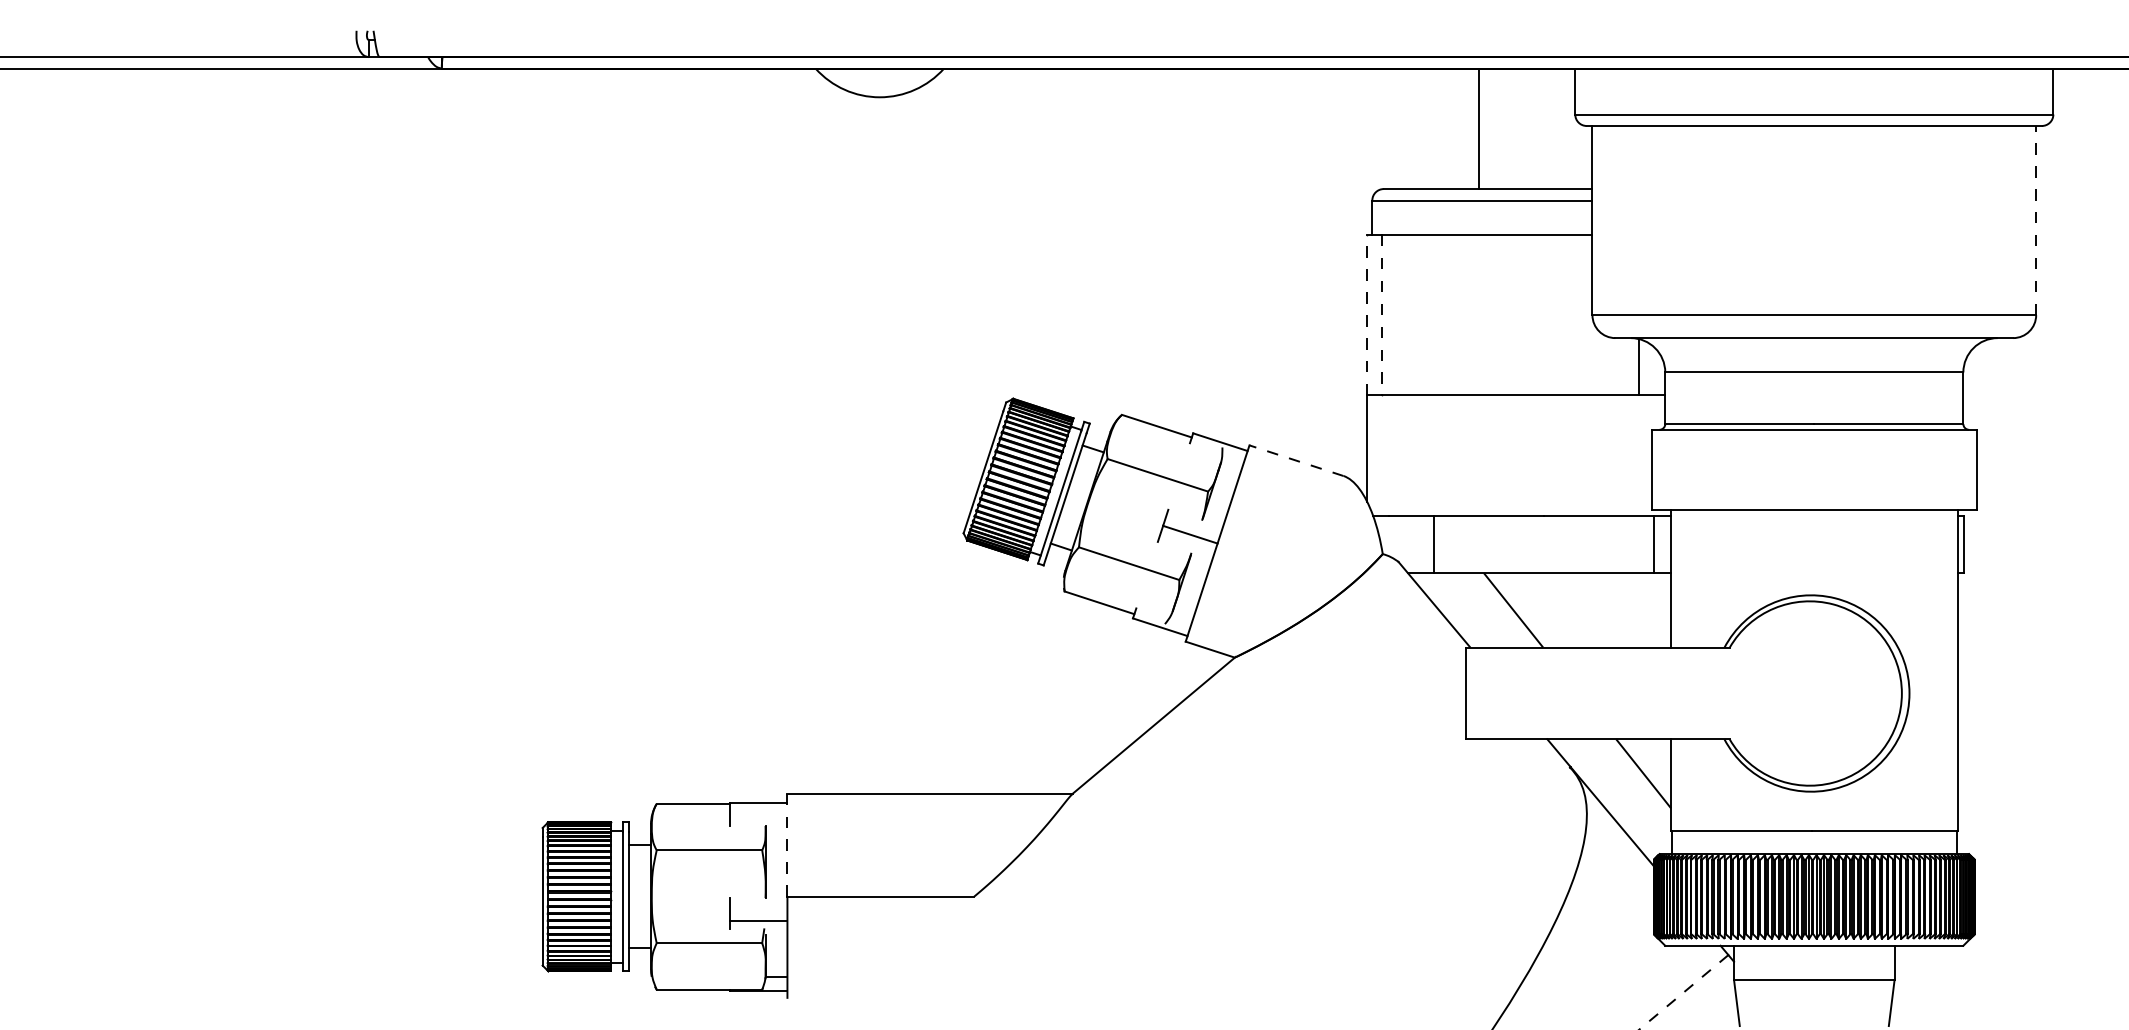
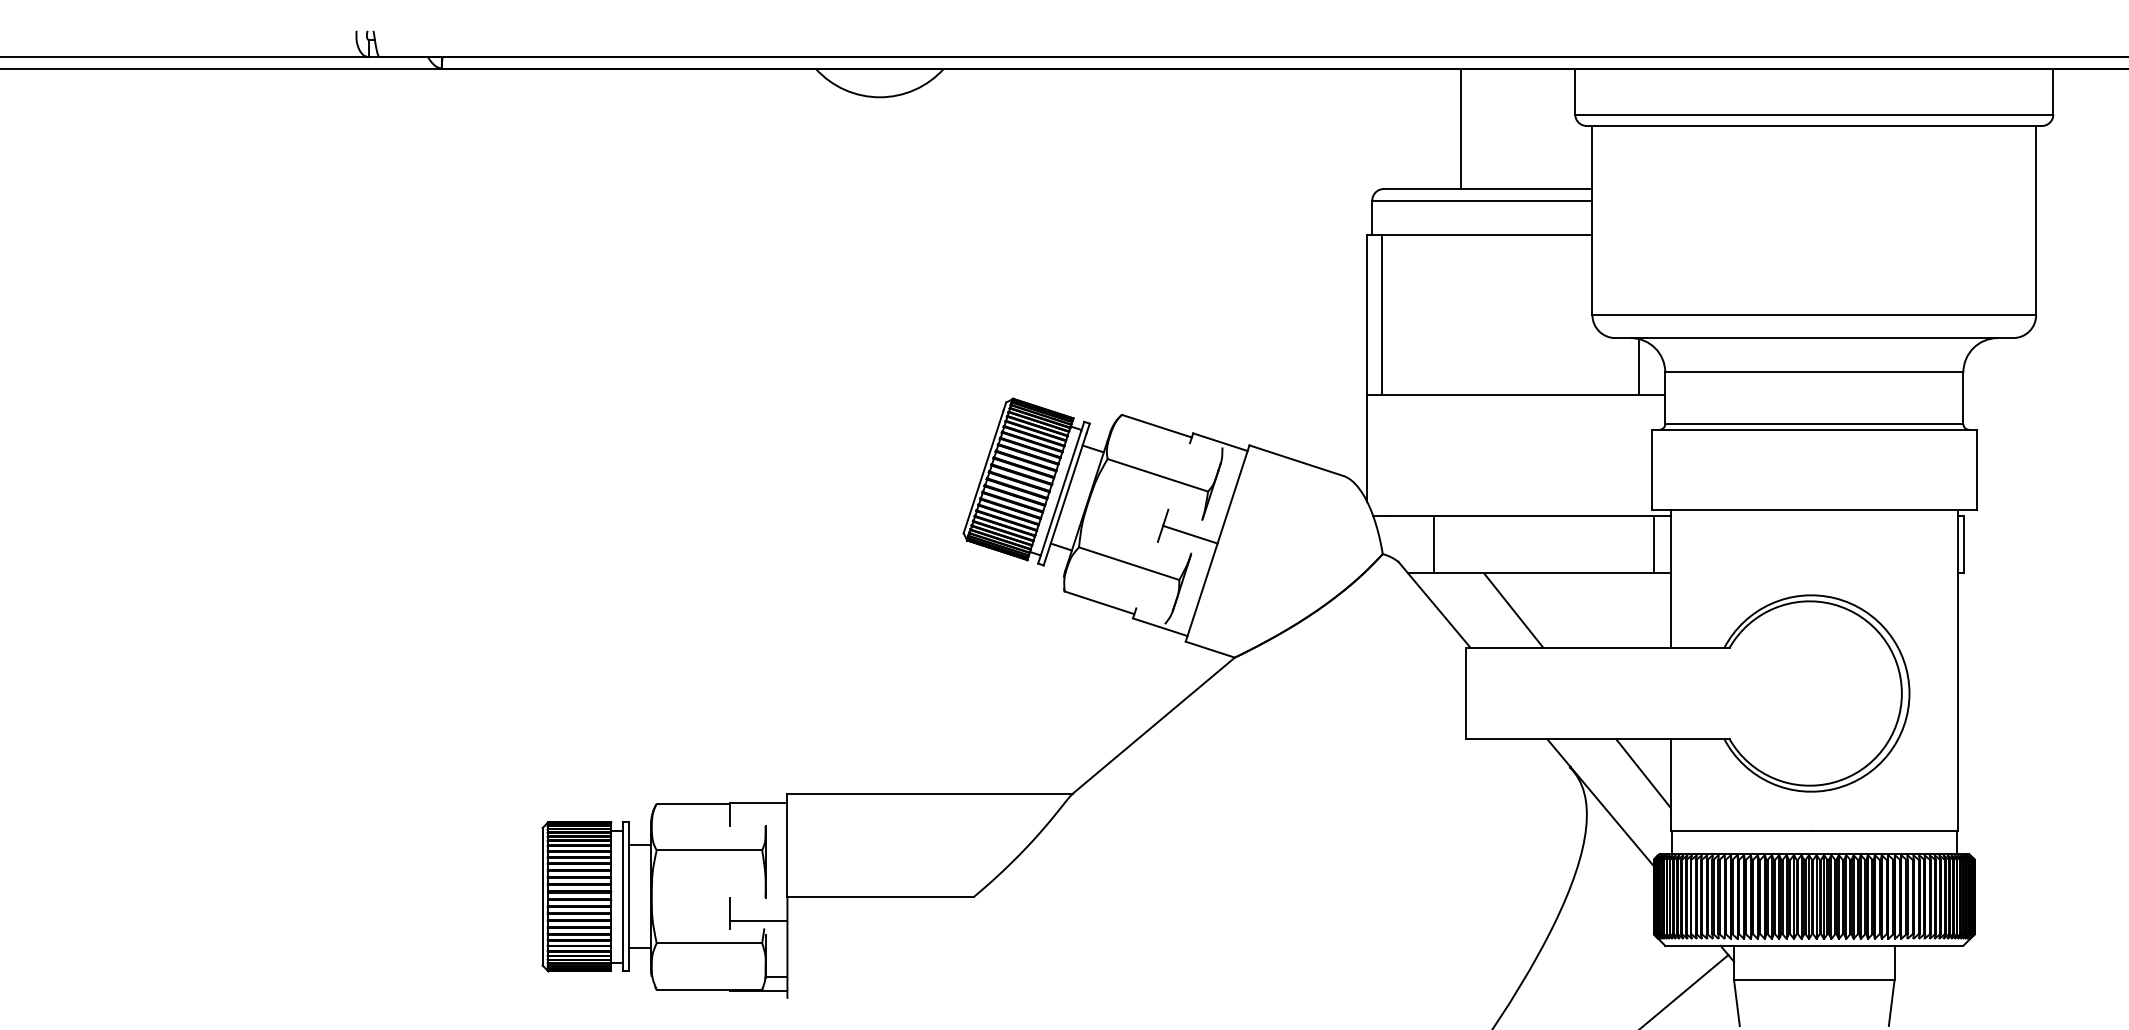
line at (1479, 128) position: (1479, 128) -> (1461, 128)
line at (2036, 220): dashed -> solid
line at (1367, 314): dashed -> solid
line at (1381, 315): dashed -> solid
line at (1296, 460): dashed -> solid
line at (787, 845): dashed -> solid
line at (1683, 992): dashed -> solid
